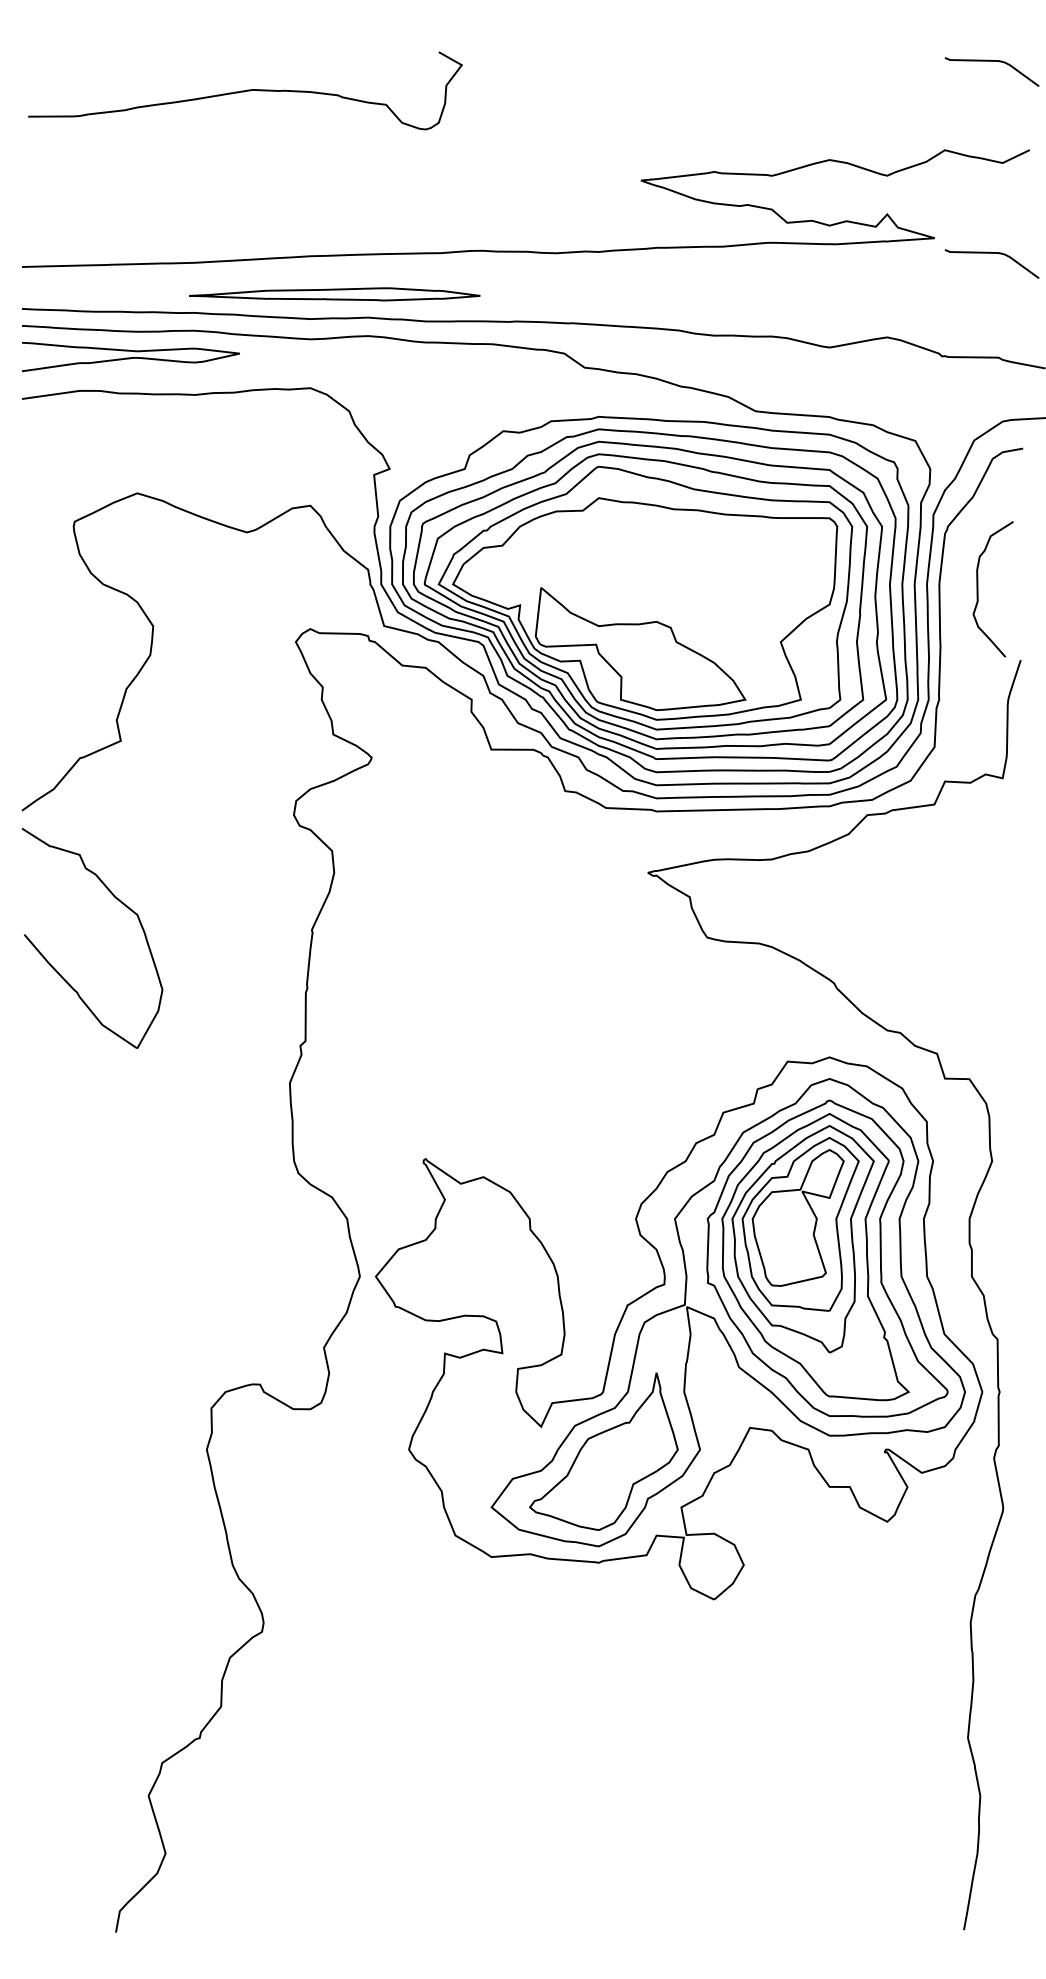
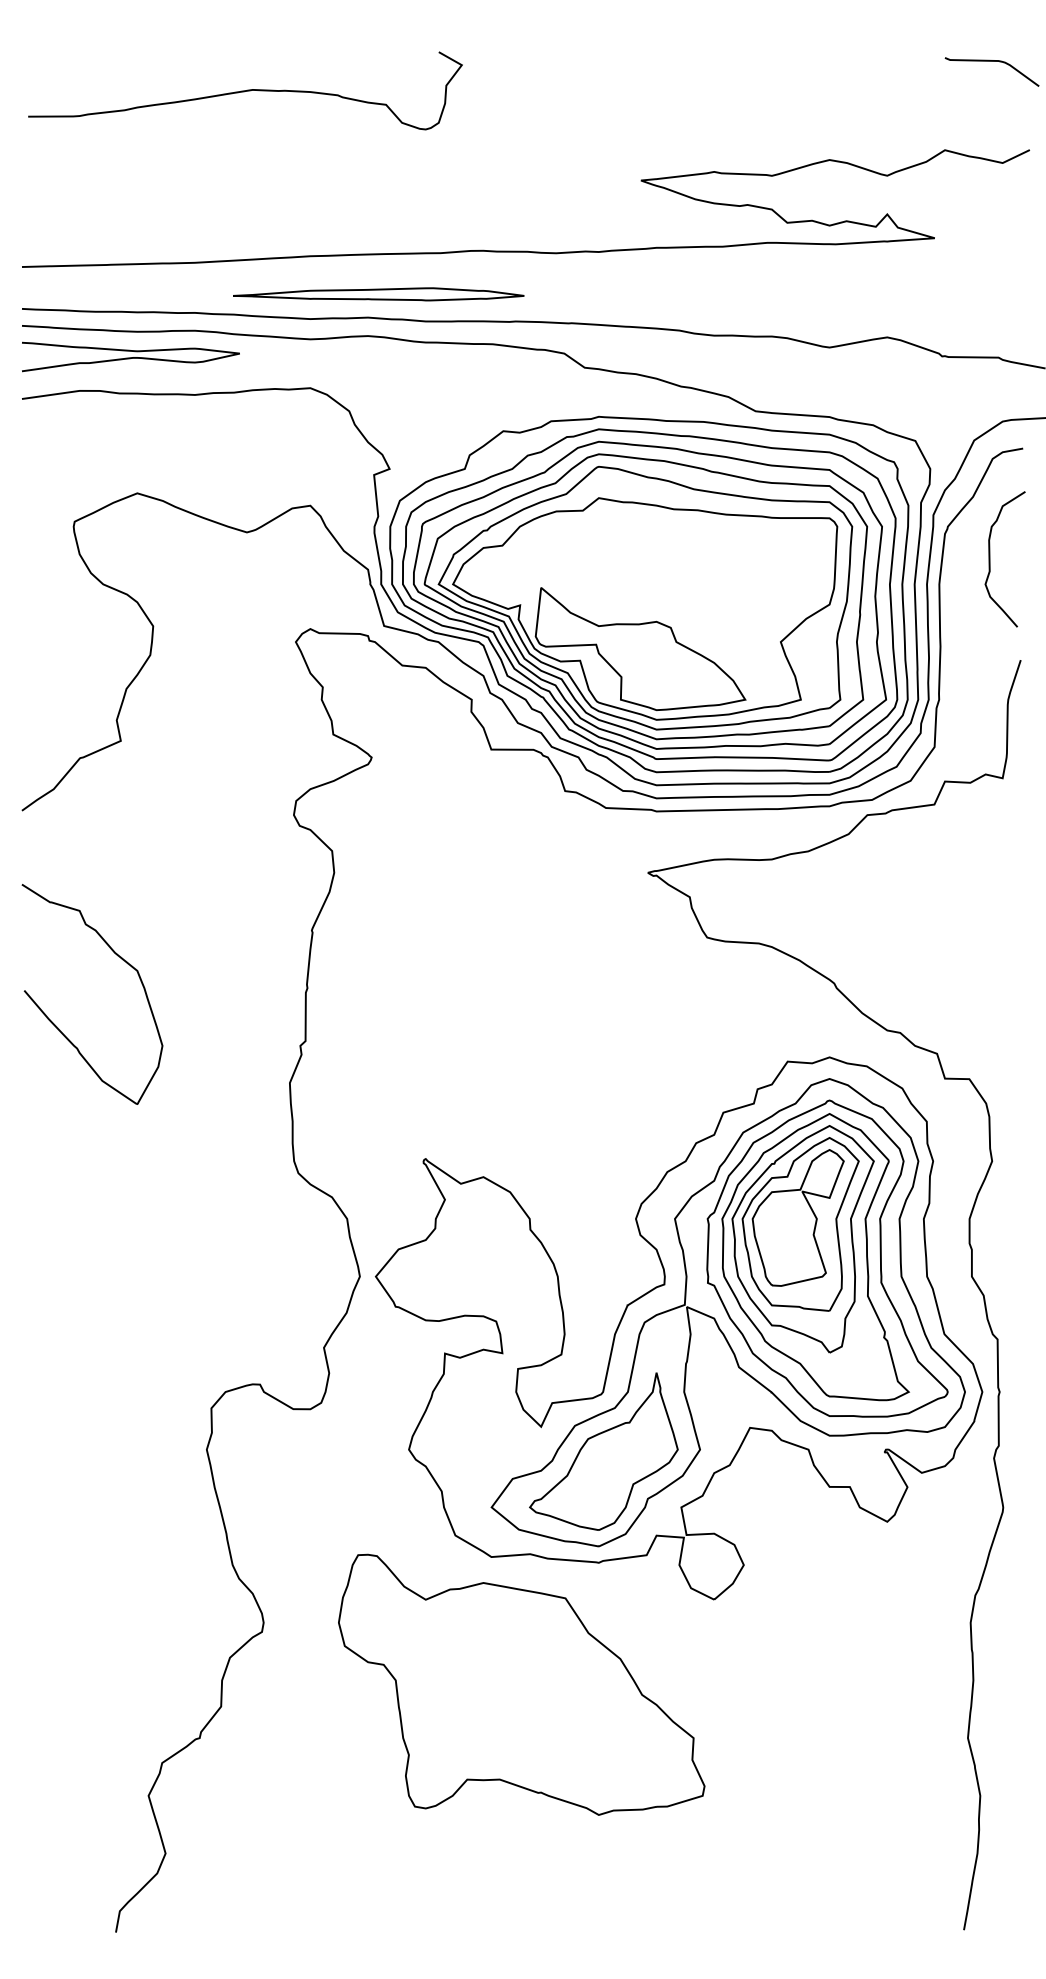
curve at (991, 253): present -> none
part at (334, 294) position: (334, 294) -> (378, 294)
curve at (978, 589) position: (978, 589) -> (990, 559)
curve at (122, 904) position: (122, 904) -> (122, 960)
part at (521, 1684): none -> present
